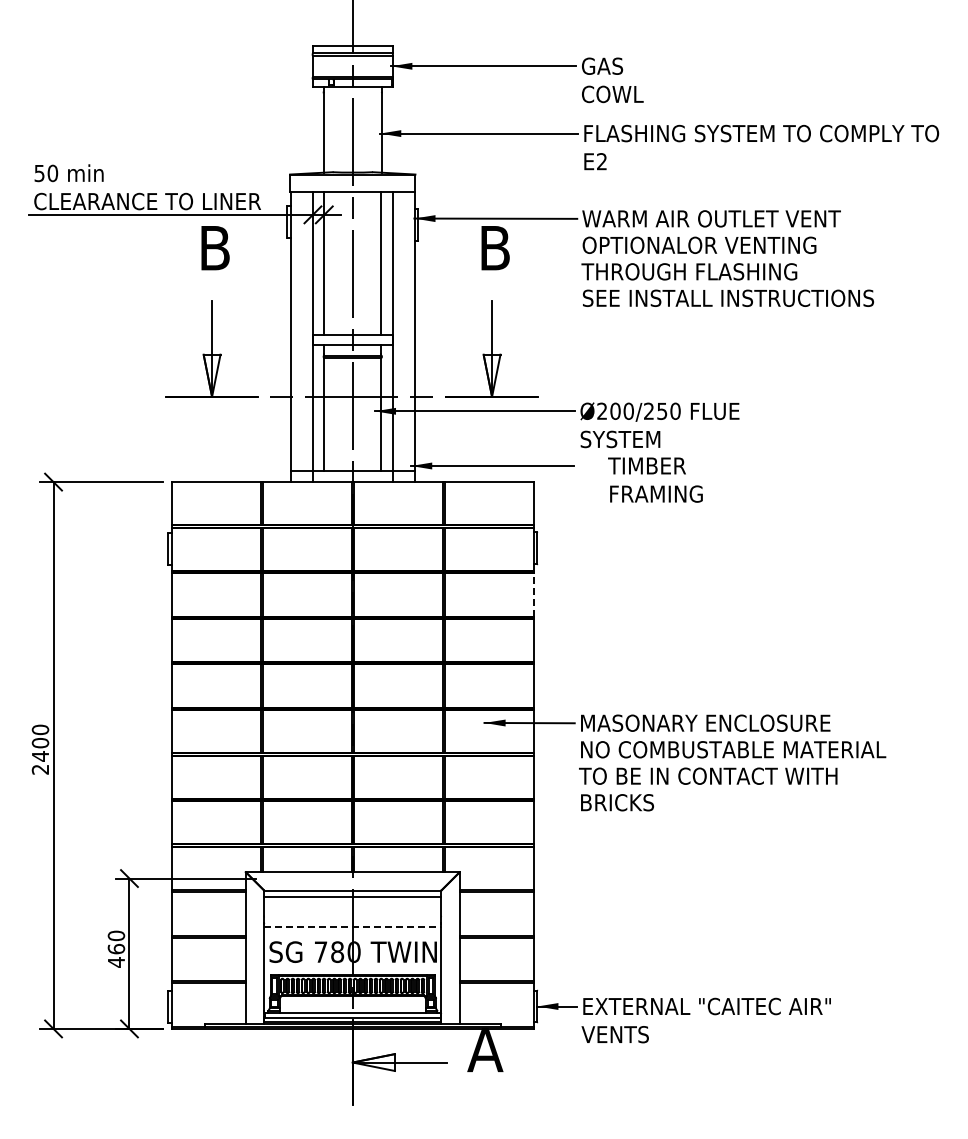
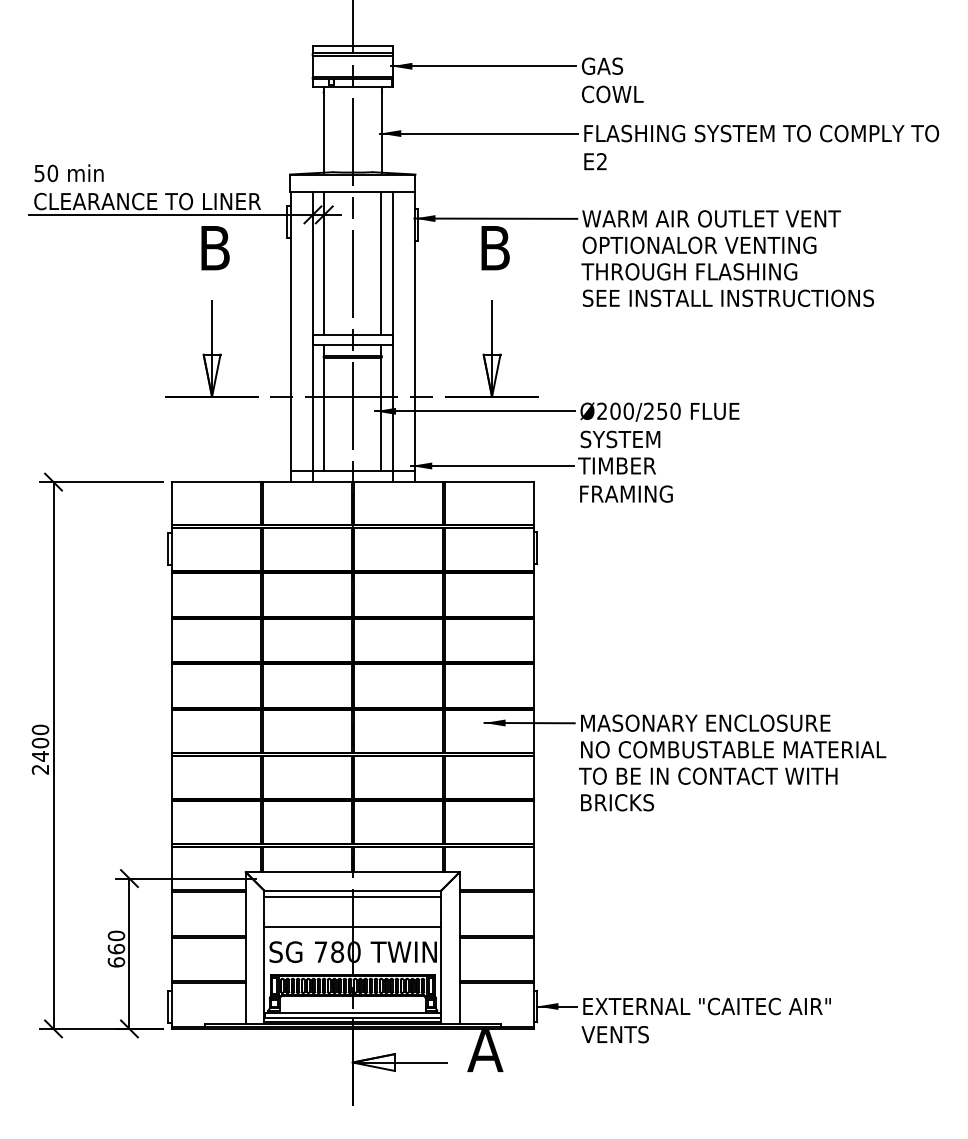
text at (655, 479) position: (655, 479) -> (625, 479)
line at (533, 594): dashed -> solid
line at (353, 927): dashed -> solid
text at (116, 962): 460 -> 660
